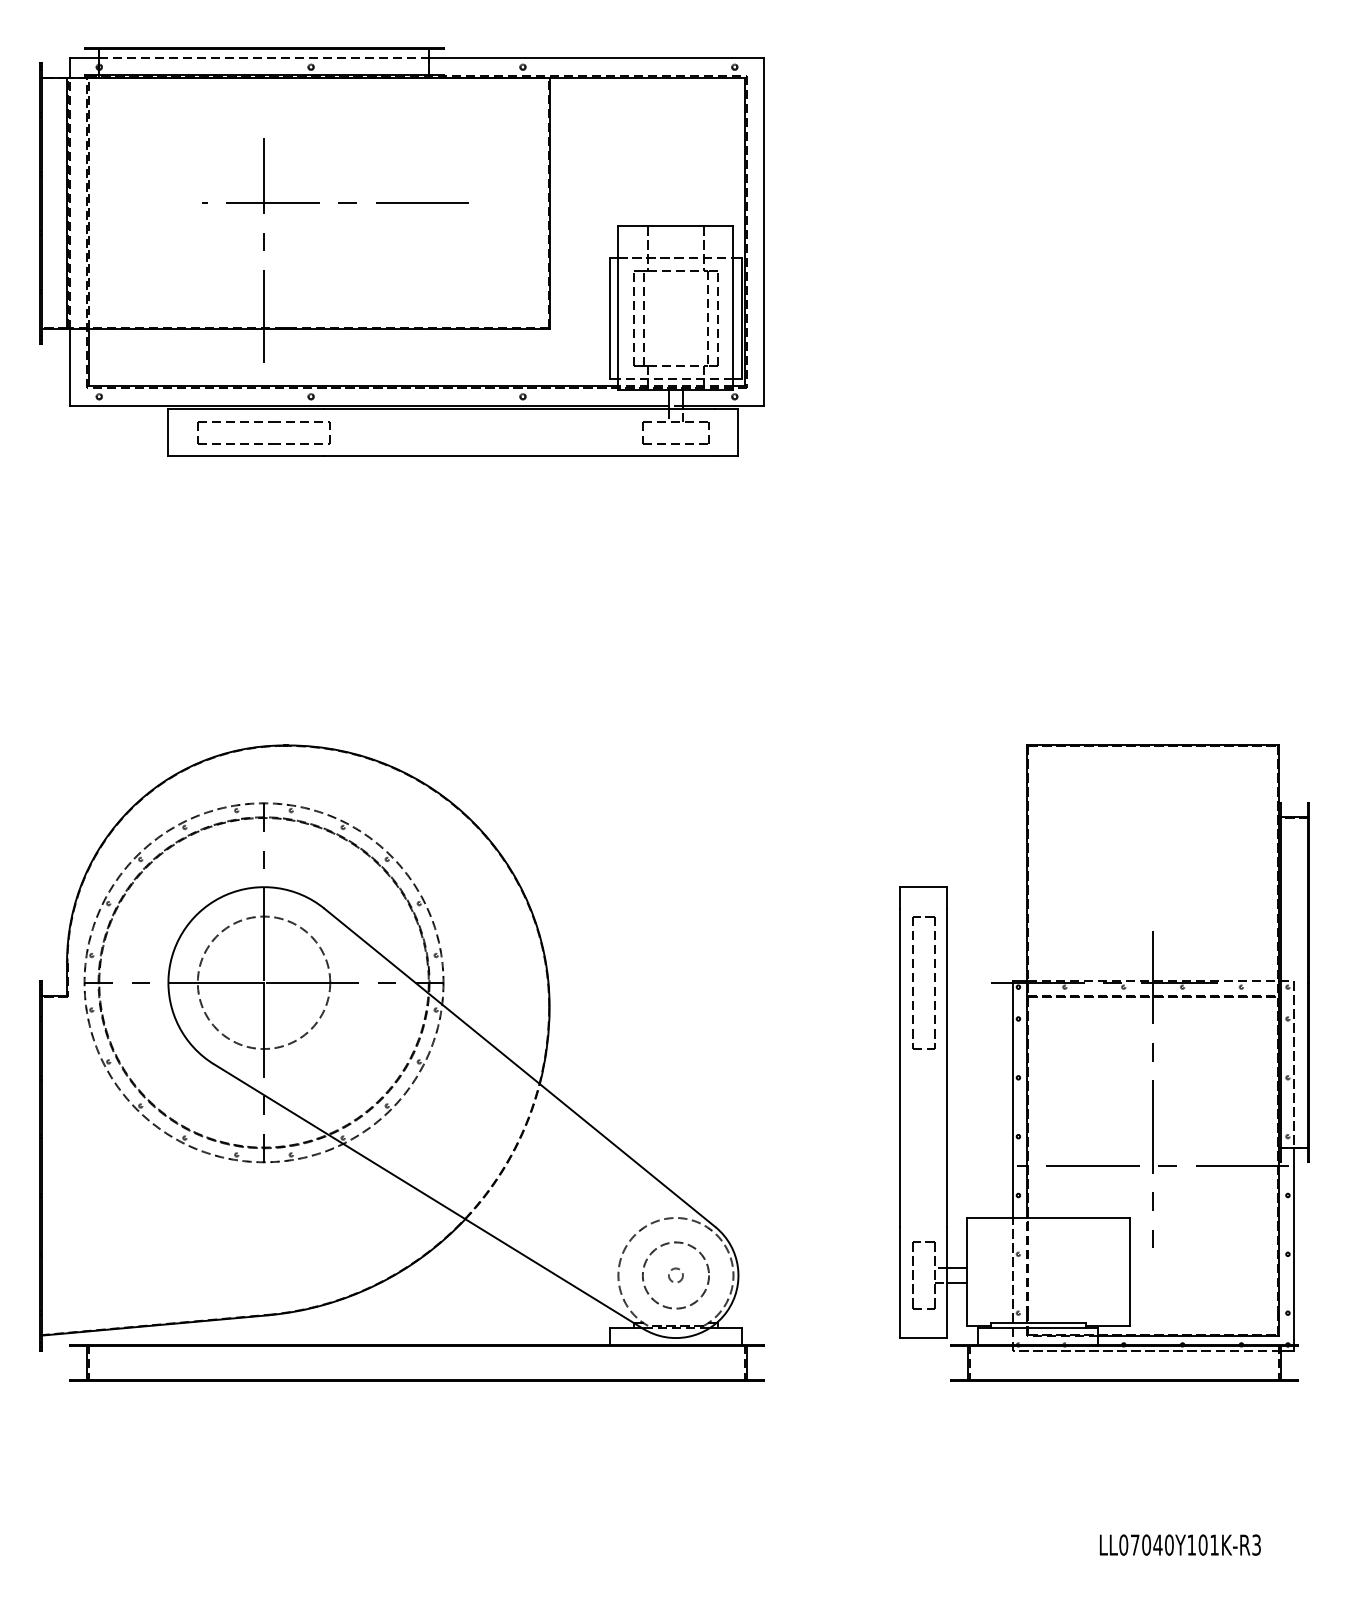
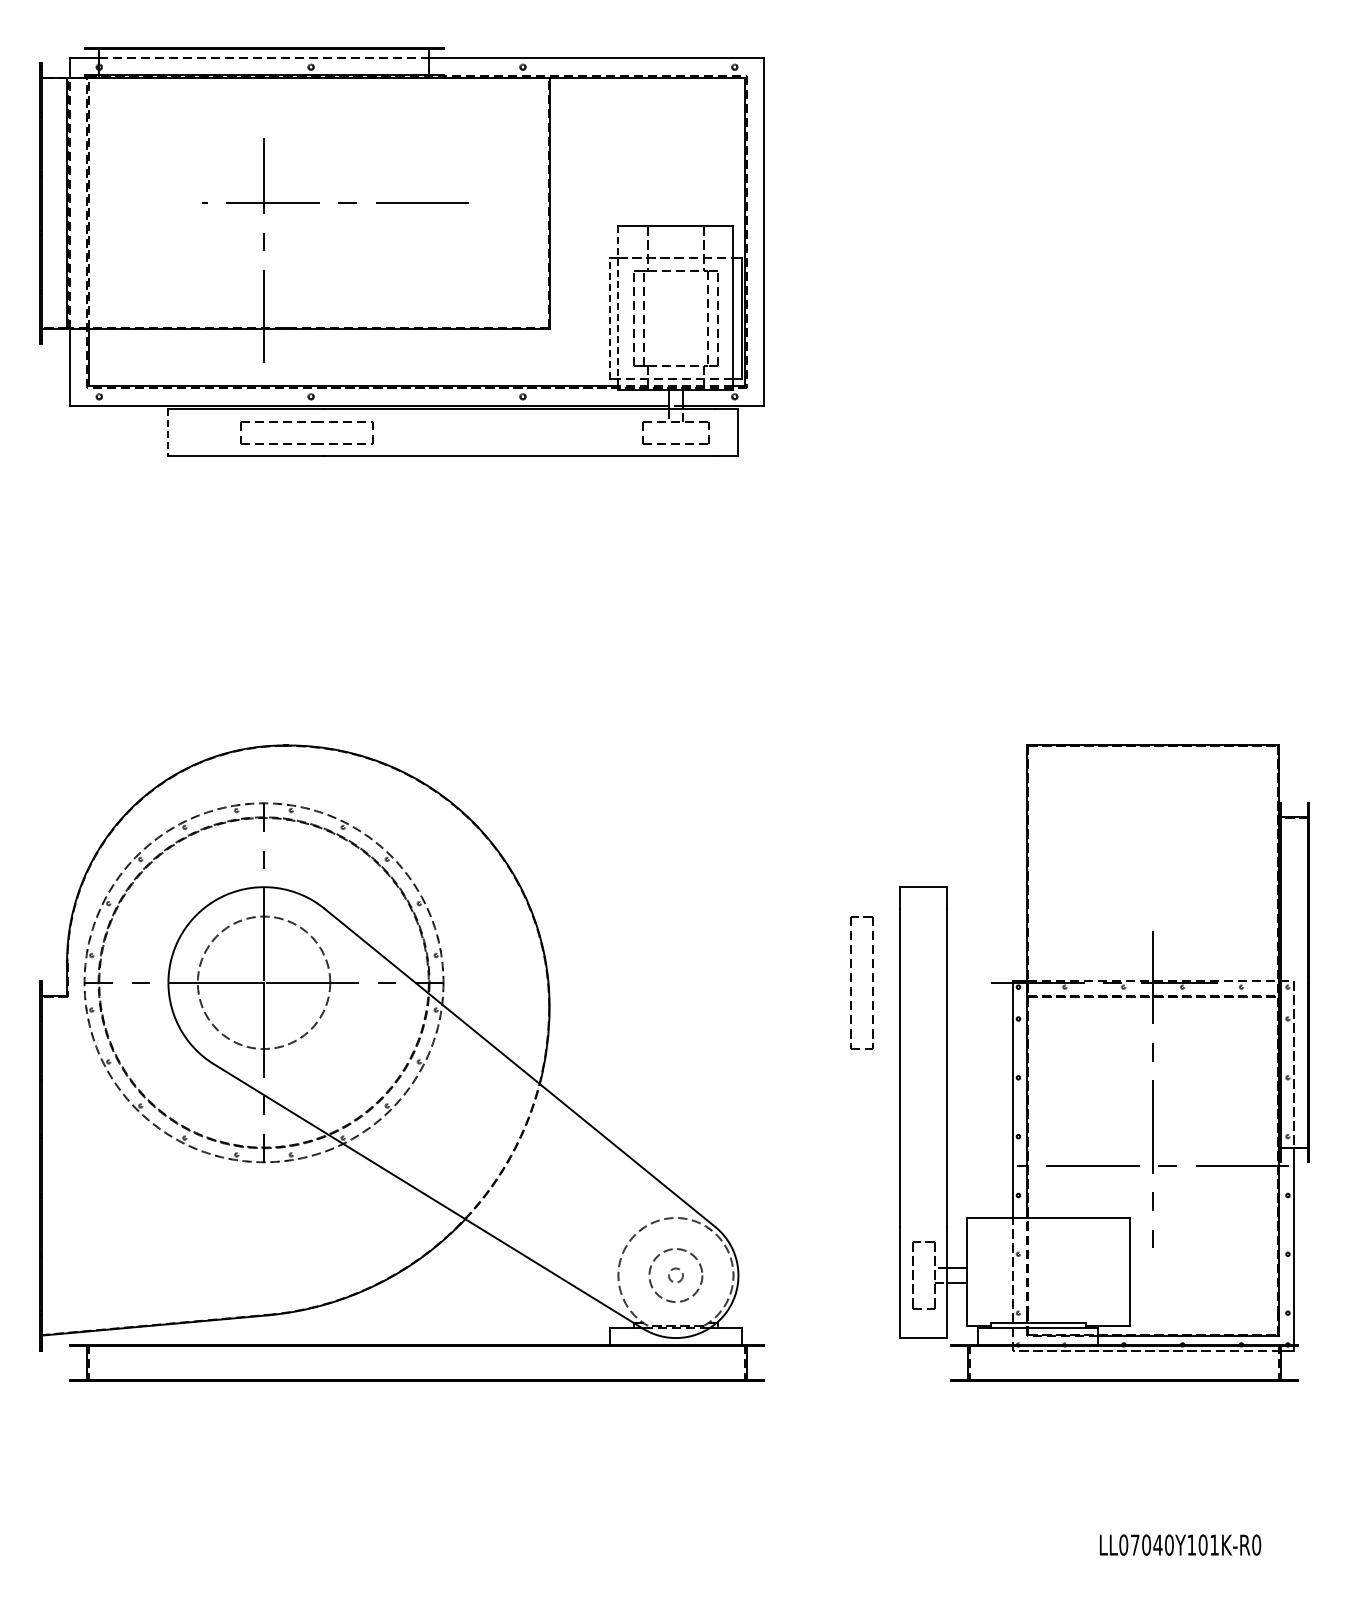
line at (618, 307): solid -> dashed
line at (609, 317): solid -> dashed
part at (262, 422) position: (262, 422) -> (305, 422)
line at (168, 432): solid -> dashed
part at (913, 981) position: (913, 981) -> (851, 981)
circle at (675, 1275) diameter: 66 px -> 53 px
text at (1256, 1544): LL07040Y101K-R3 -> LL07040Y101K-R0
